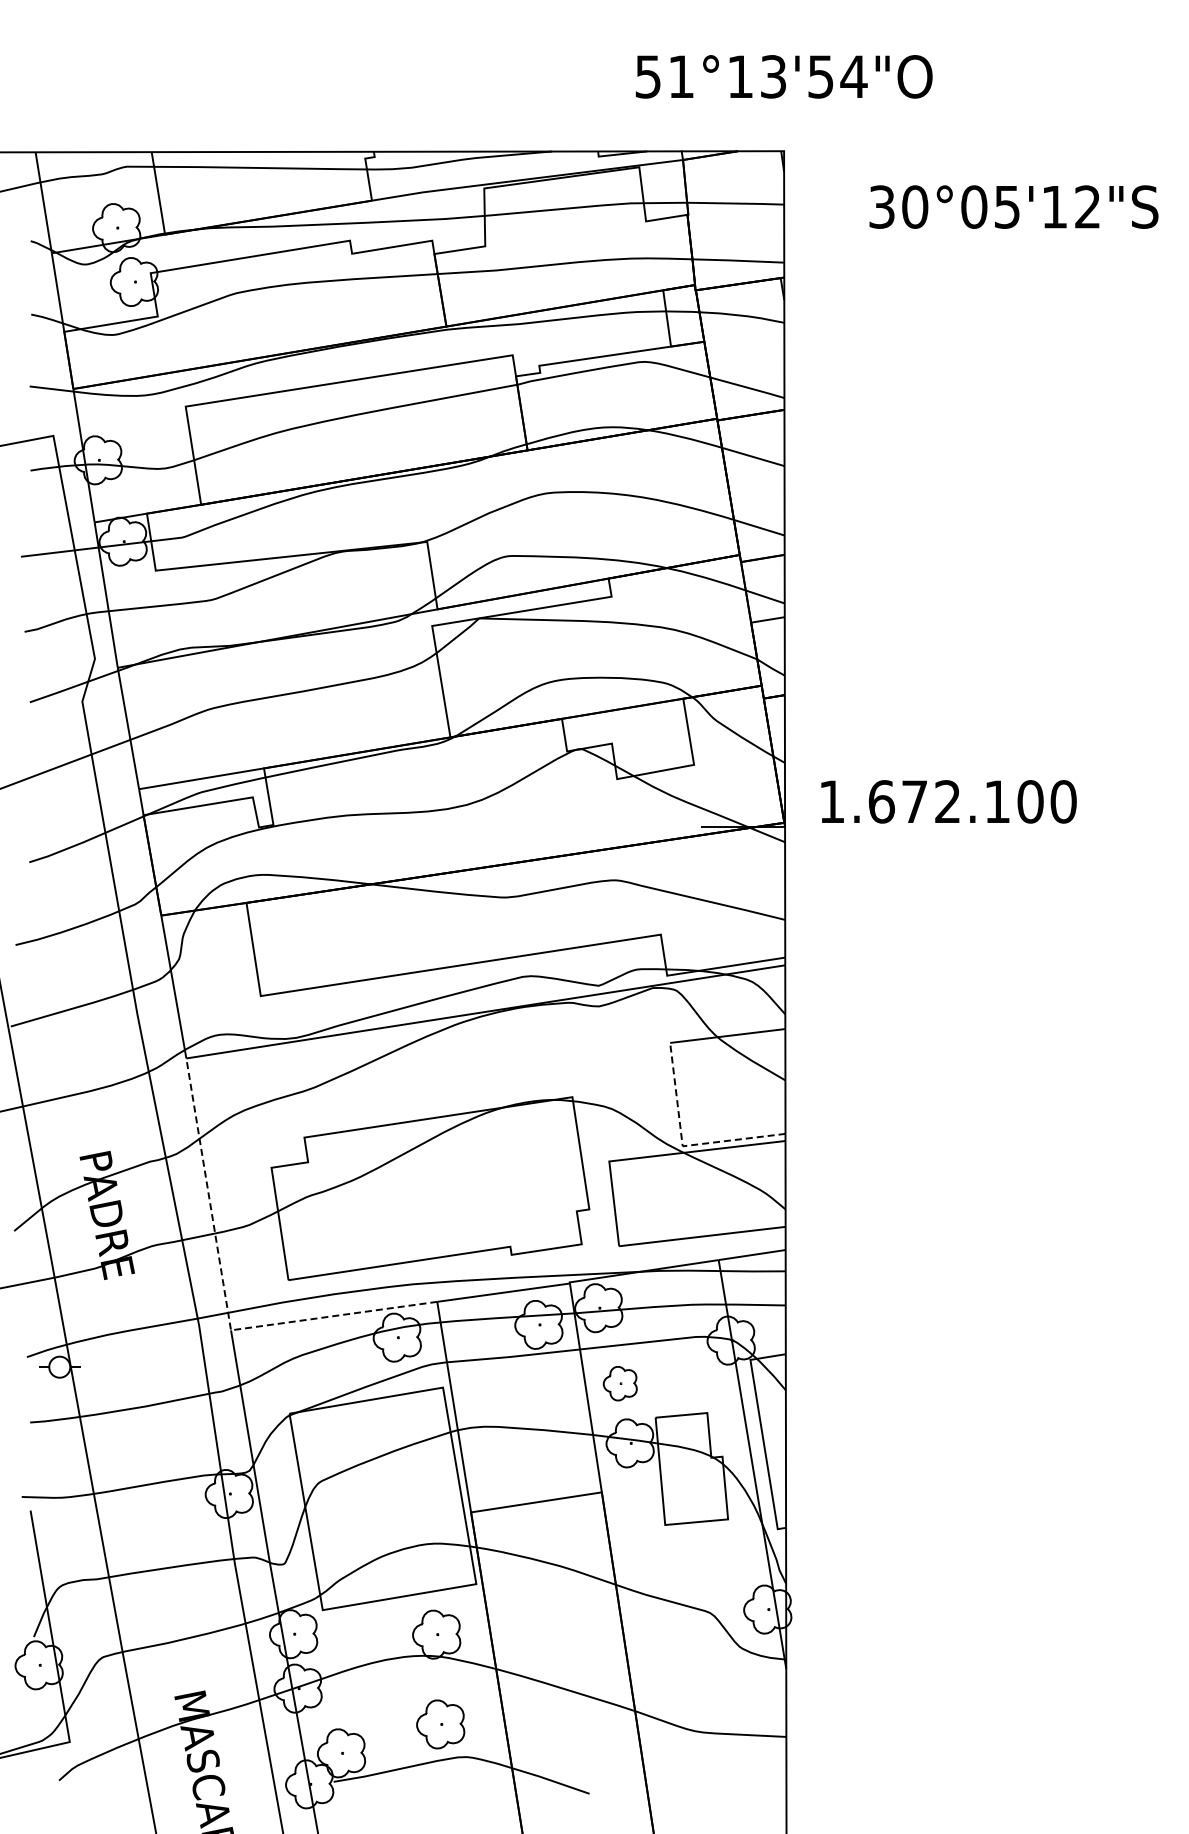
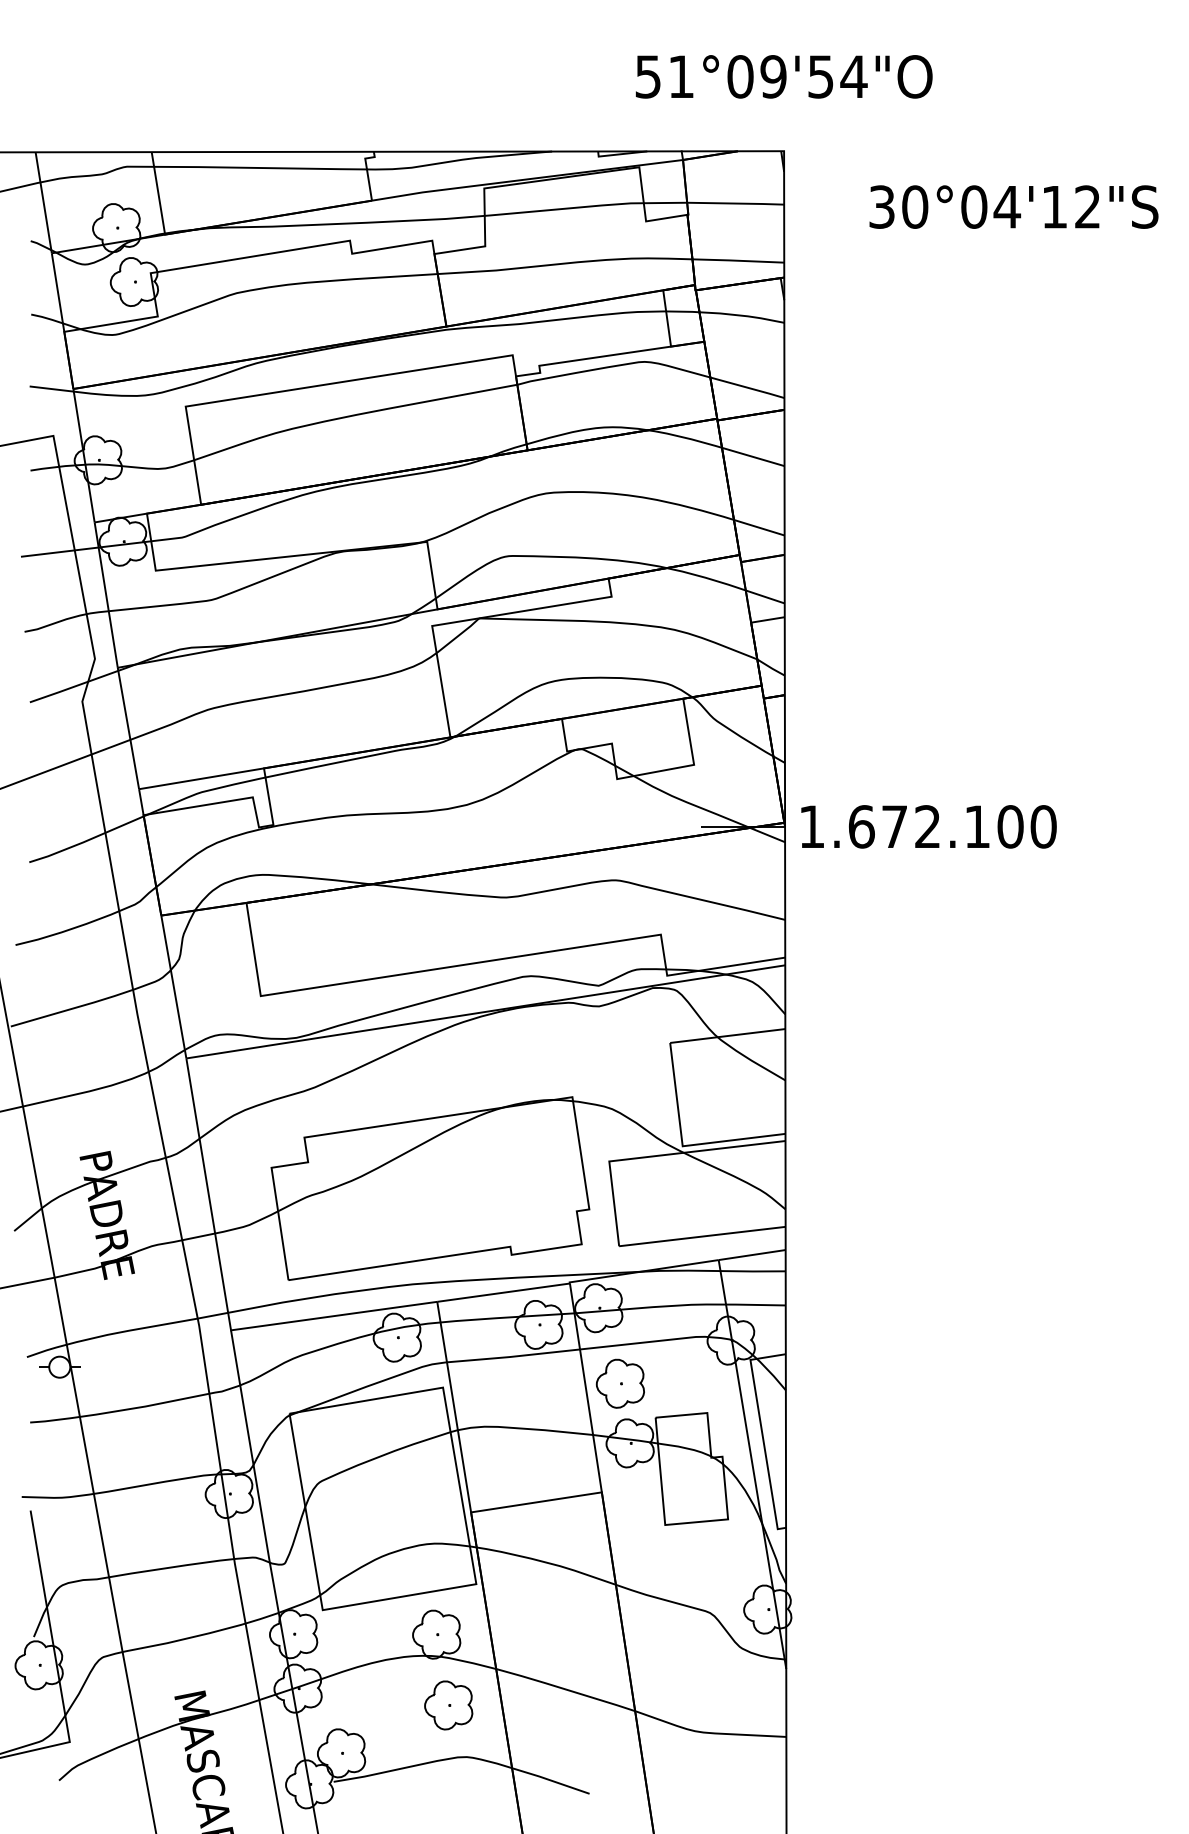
text at (756, 76): 51°13'54"O -> 51°09'54"O
text at (1007, 207): 30°05'12"S -> 30°04'12"S
text at (948, 801) position: (948, 801) -> (928, 826)
line at (682, 1146): dashed -> solid
line at (225, 1297): dashed -> solid
part at (619, 1383) size: 36x36 px -> 50x51 px
part at (440, 1724) position: (440, 1724) -> (448, 1705)
